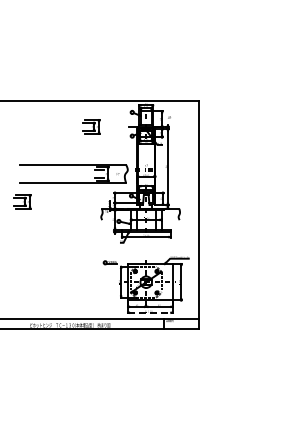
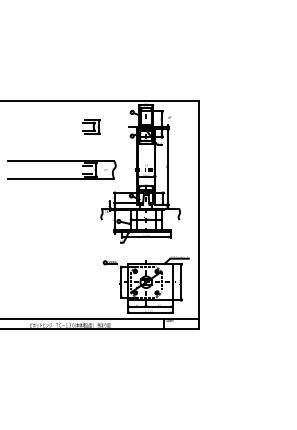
part at (73, 165) position: (73, 165) -> (61, 161)
part at (22, 201): present -> none
line at (150, 312): dashed -> solid
